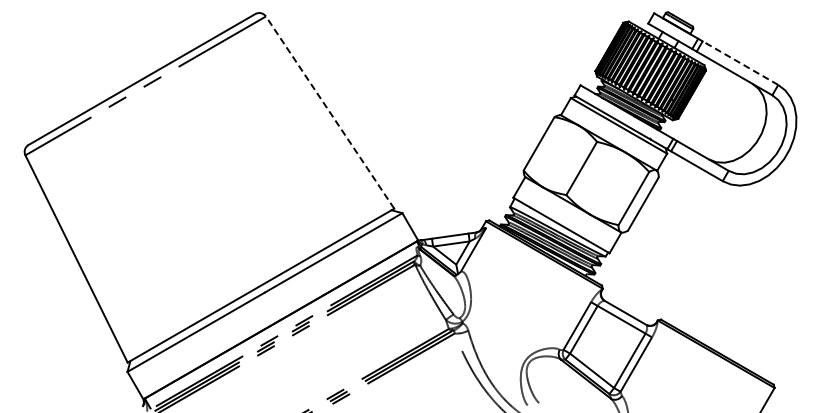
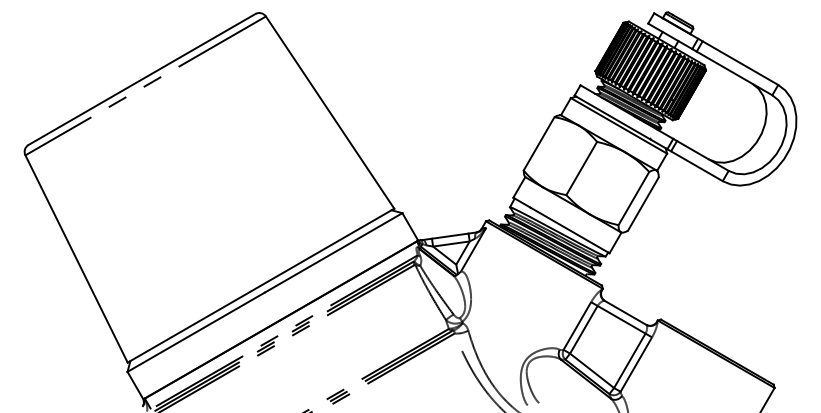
line at (740, 63): dashed -> solid
line at (330, 112): dashed -> solid
